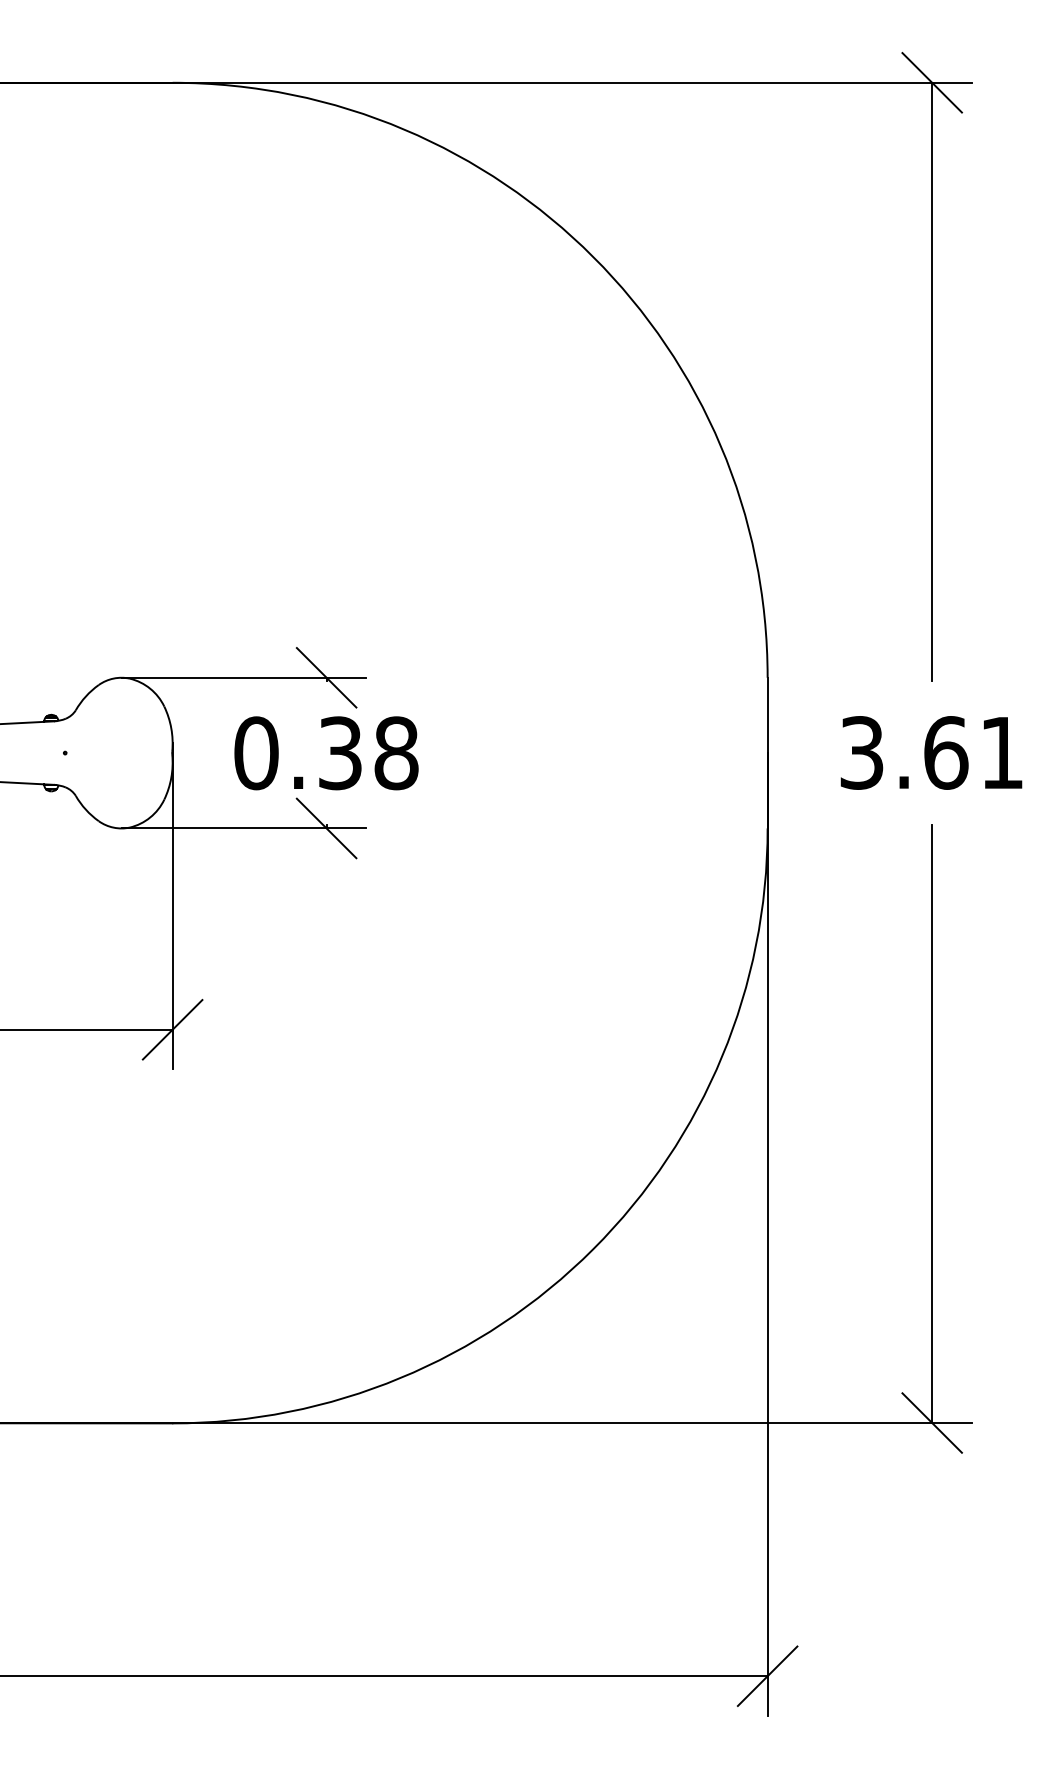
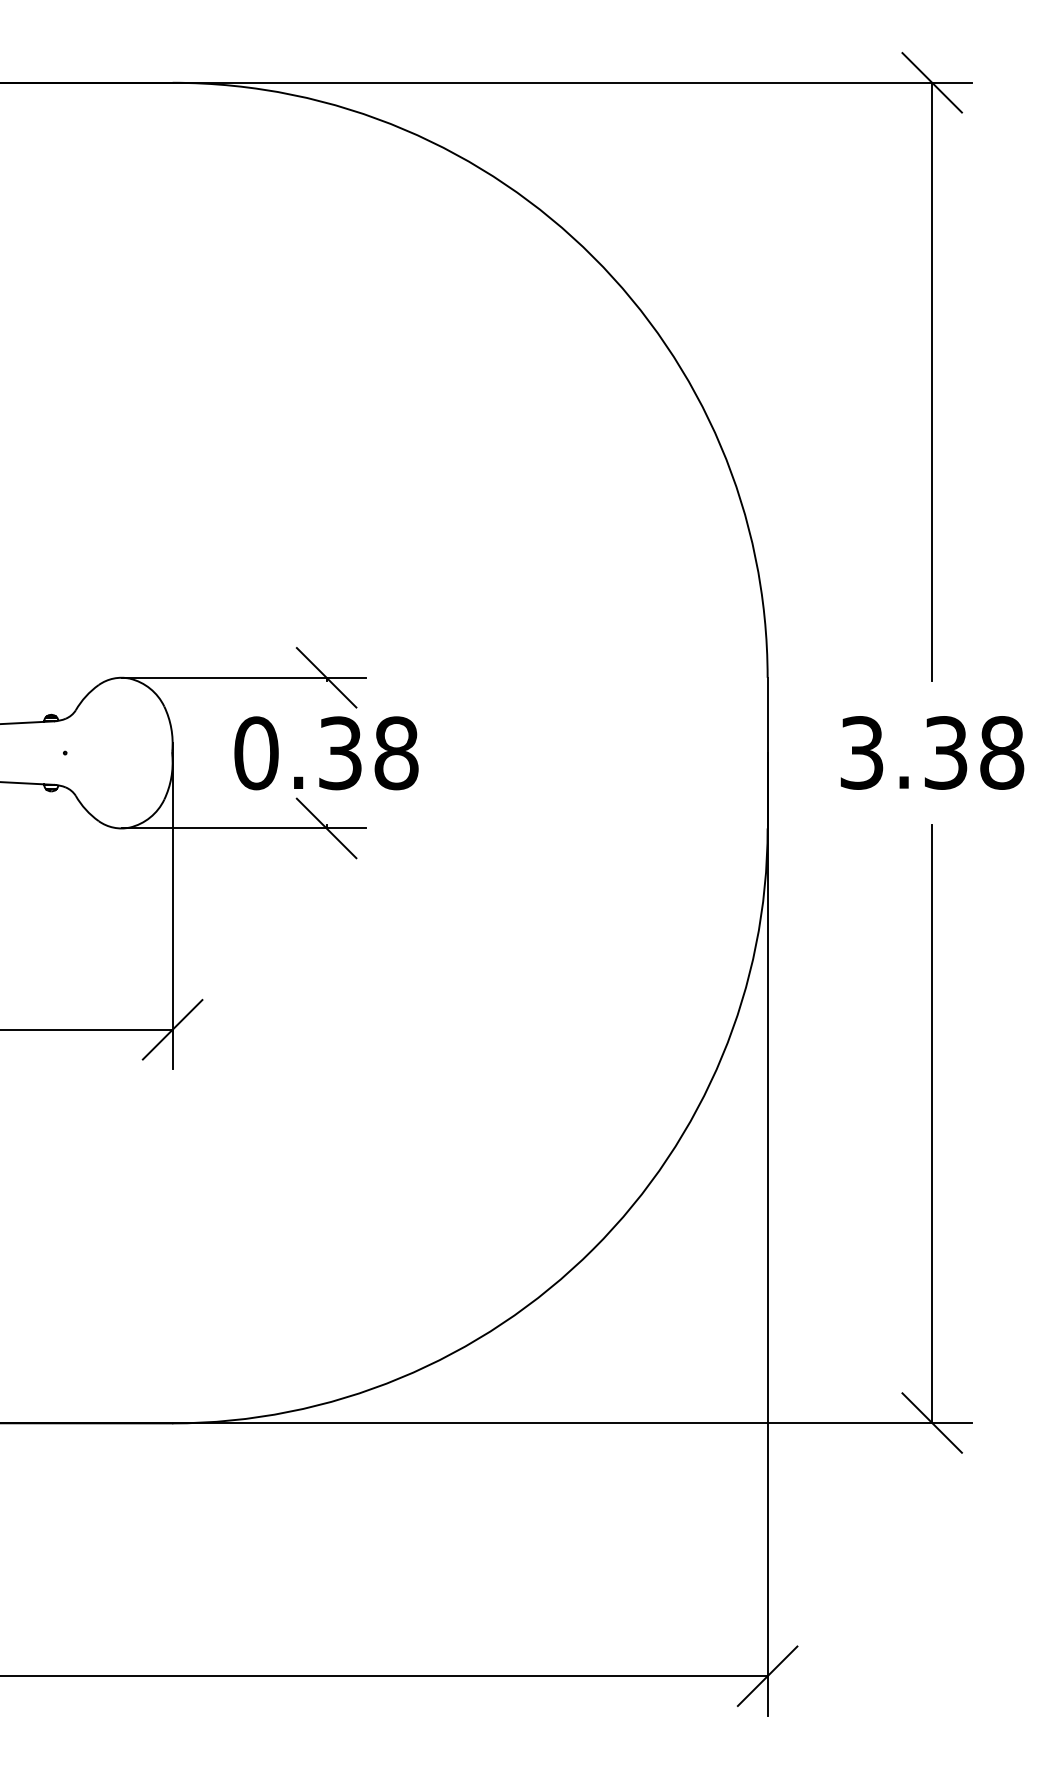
text at (974, 752): 3.61 -> 3.38
